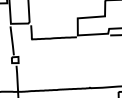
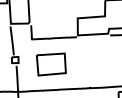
part at (51, 64): none -> present
